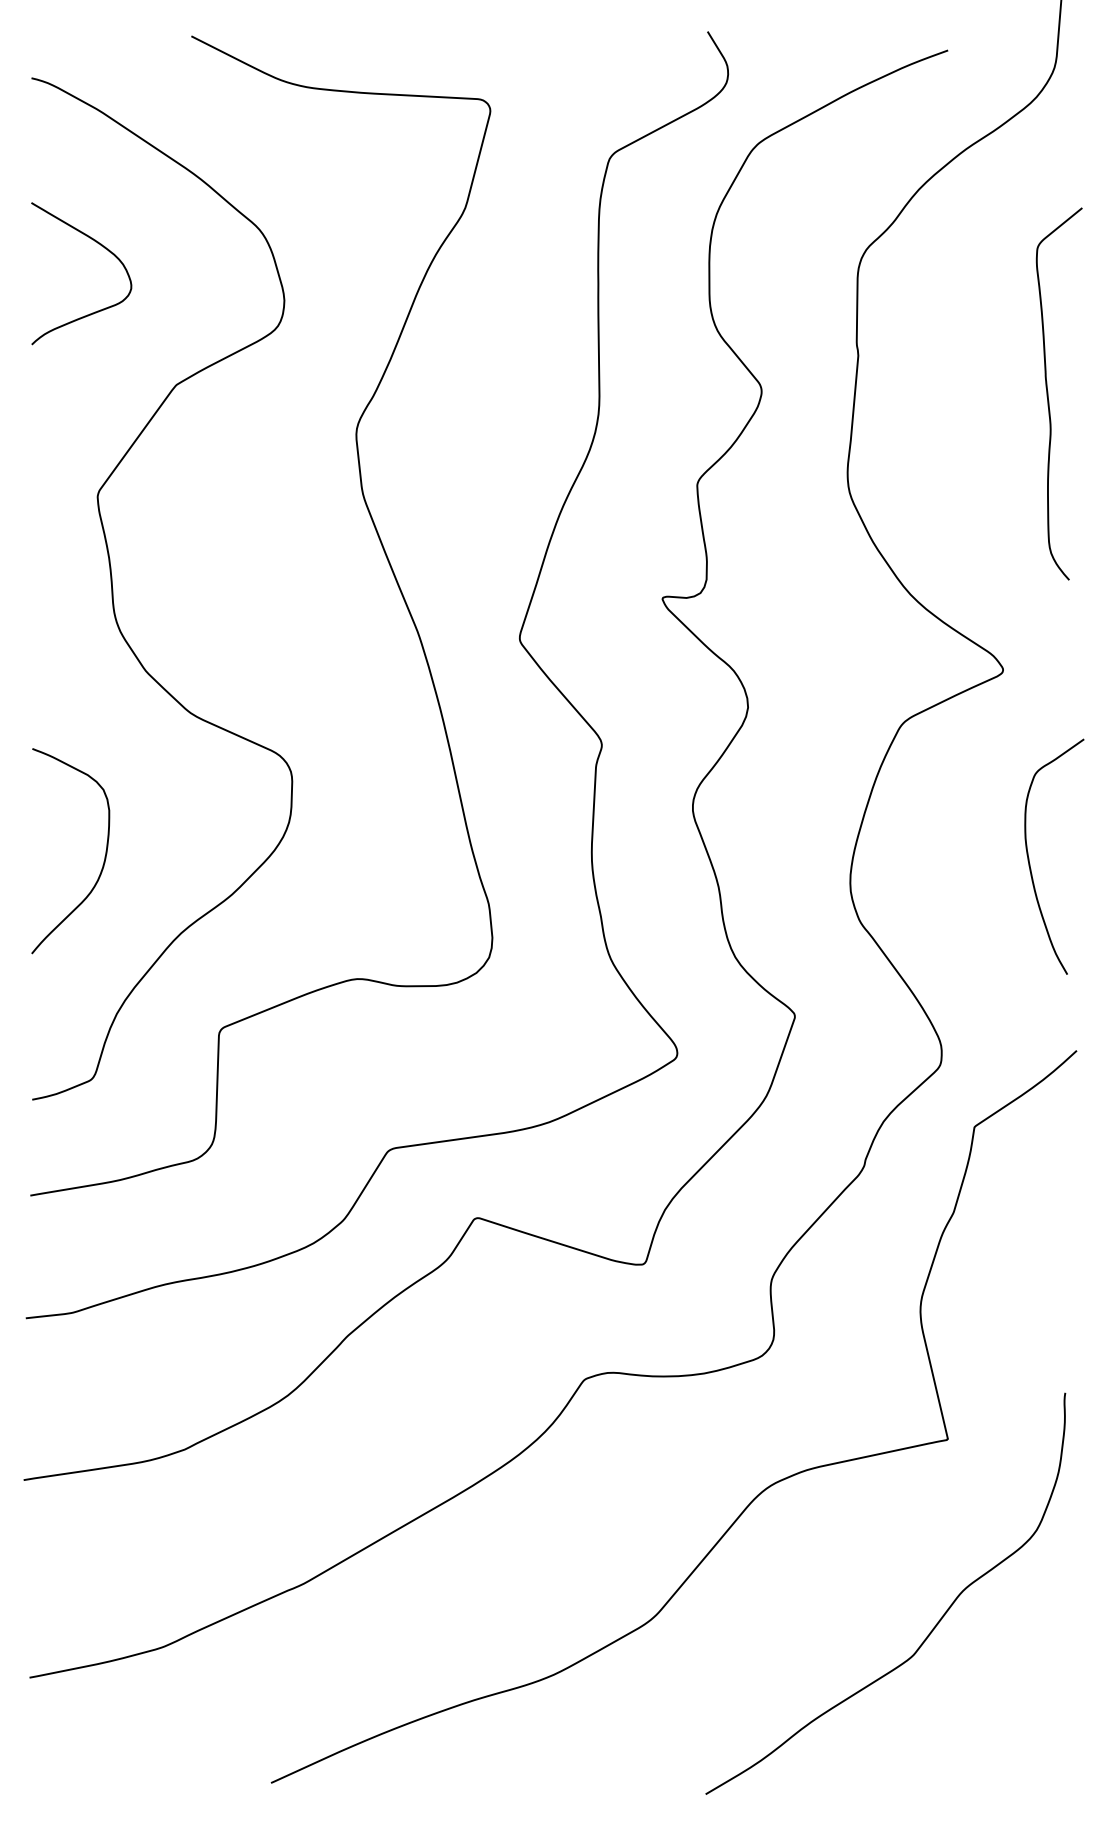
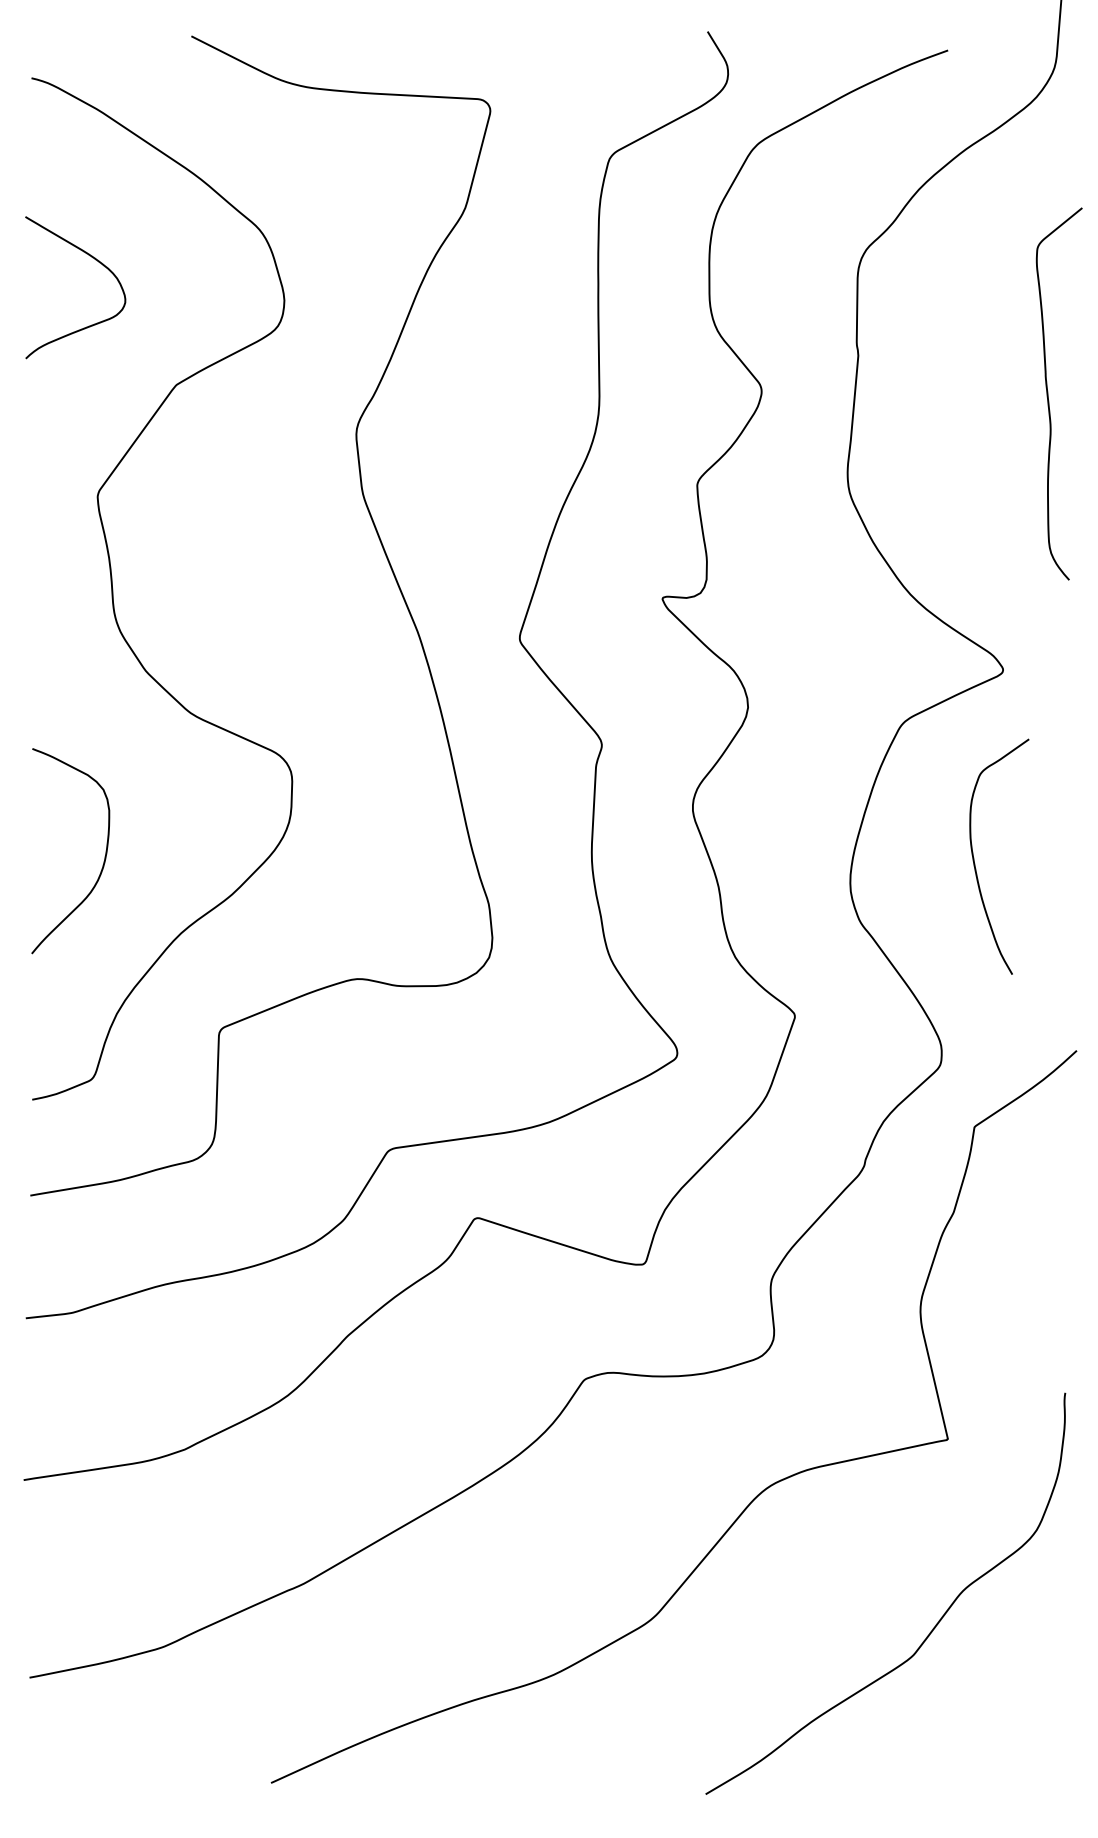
curve at (101, 246) position: (101, 246) -> (95, 260)
curve at (1030, 863) position: (1030, 863) -> (975, 863)
